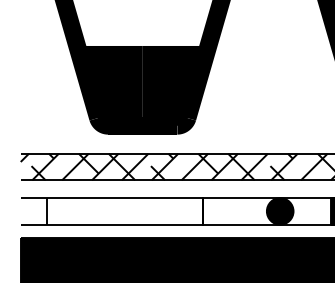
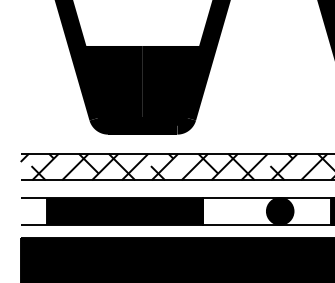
fill at (124, 211): none -> present
